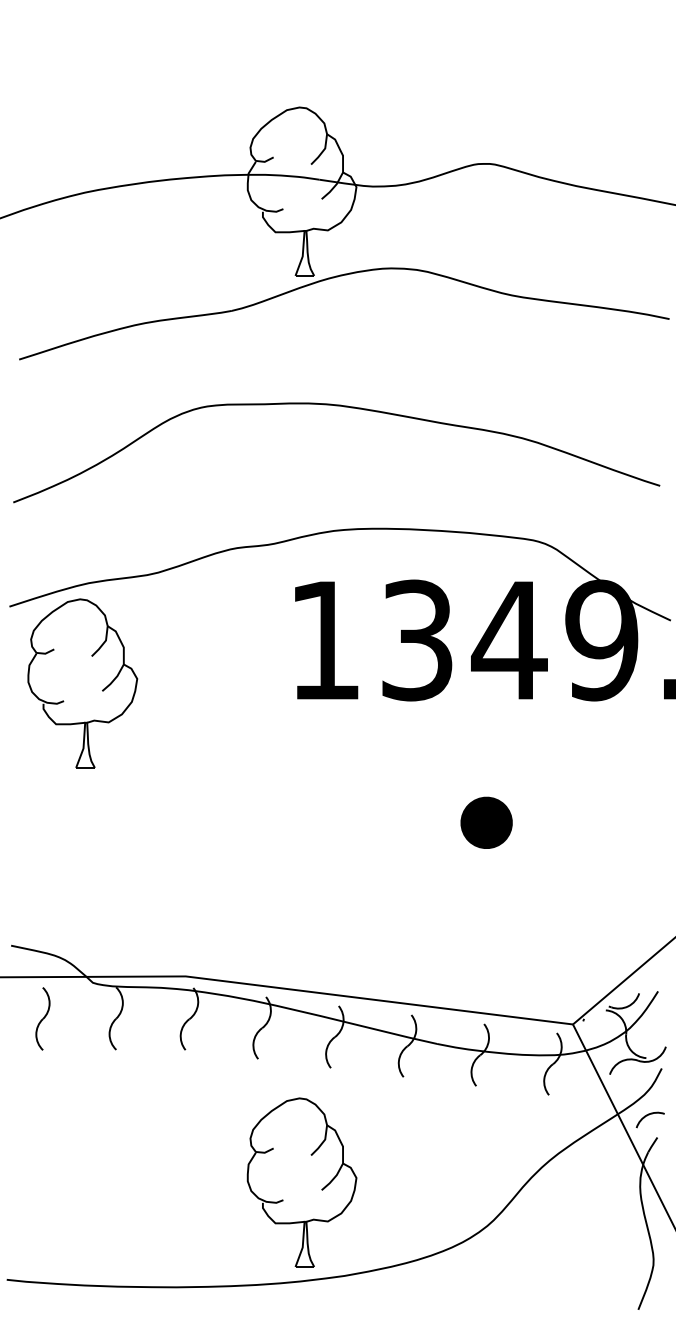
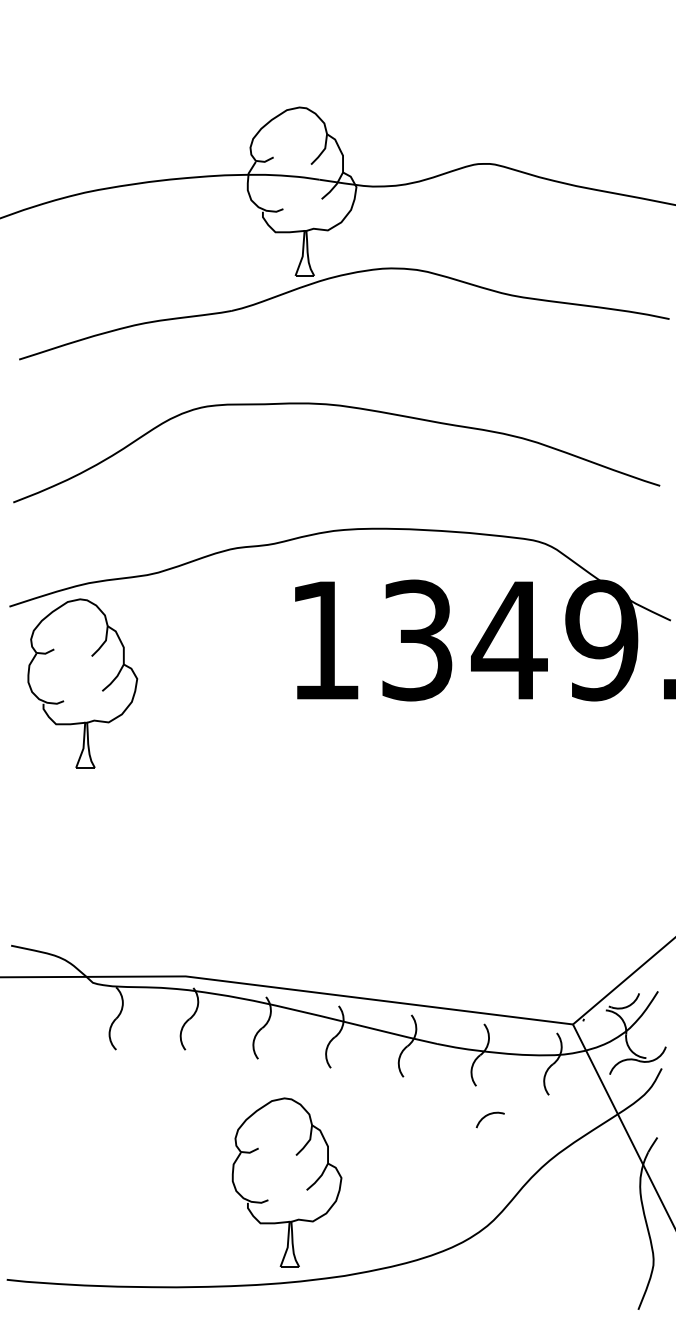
part at (486, 822): present -> none
part at (42, 1018): present -> none
arc at (647, 1116) position: (647, 1116) -> (487, 1116)
part at (301, 1182) position: (301, 1182) -> (286, 1182)
